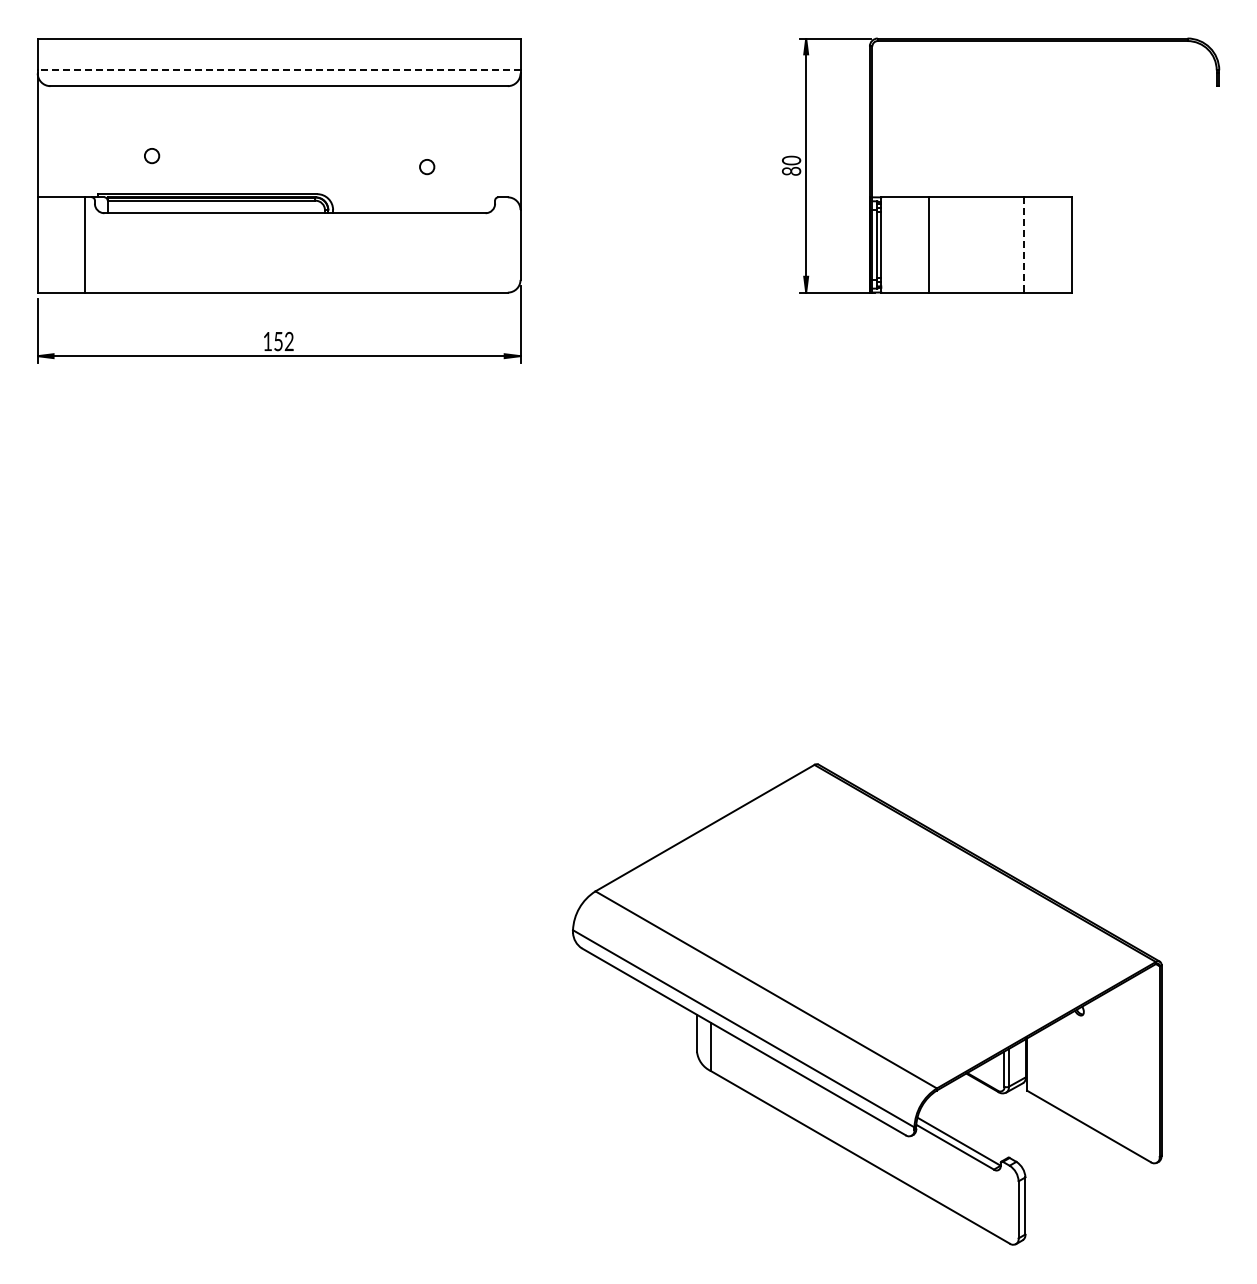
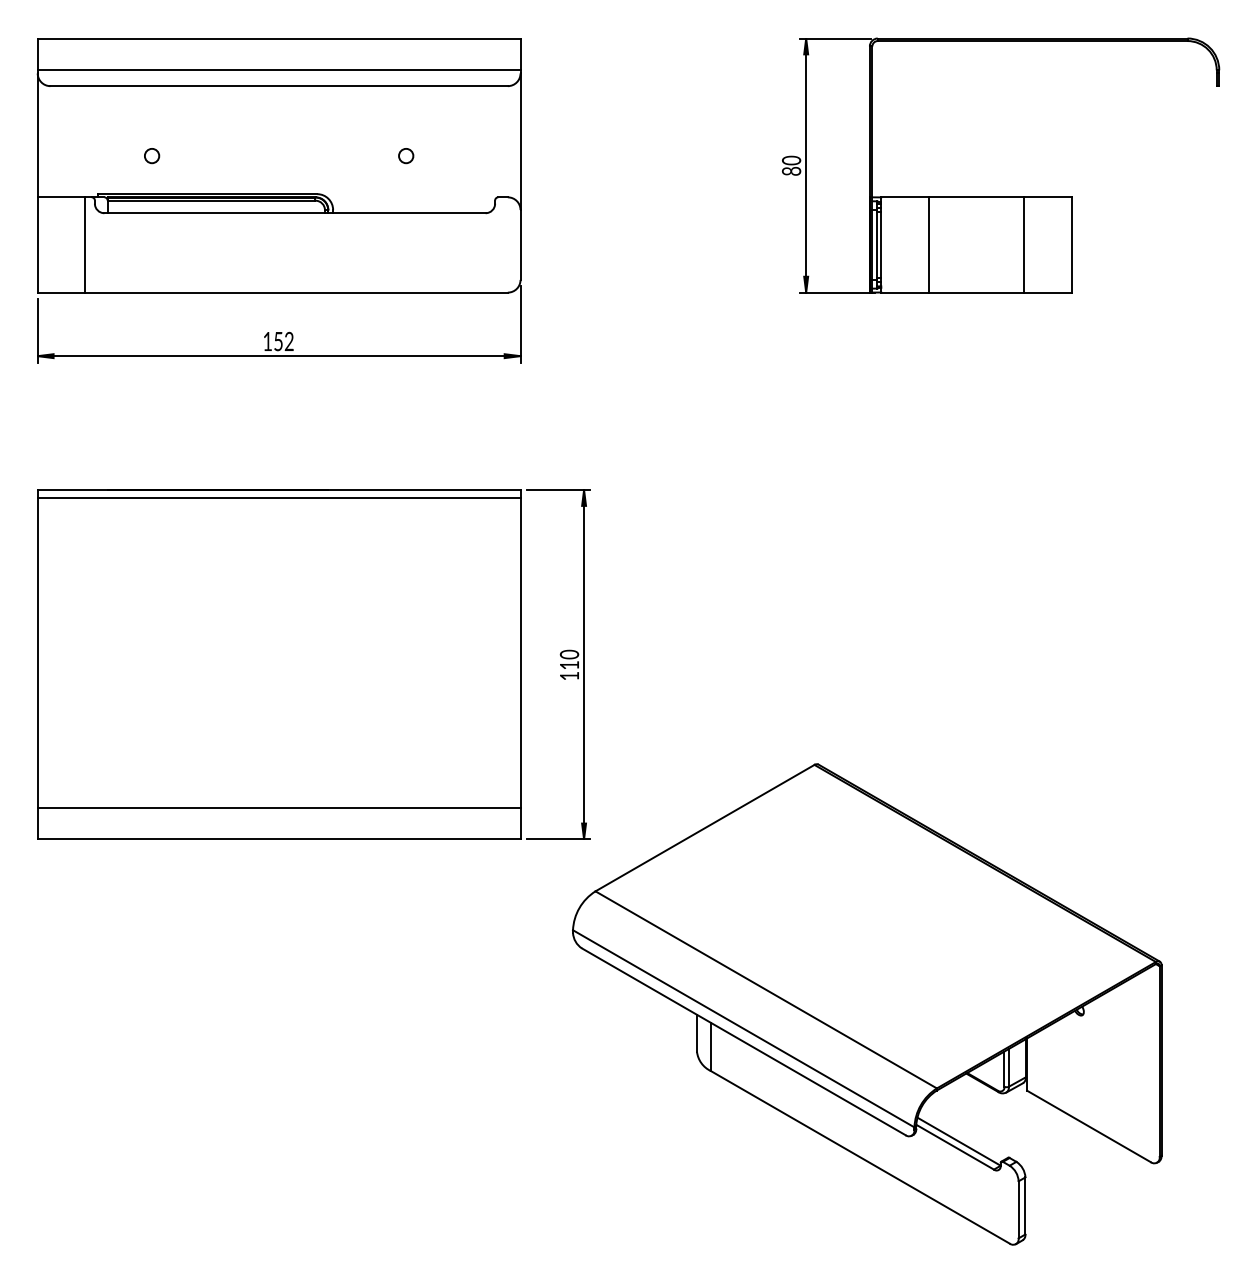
line at (278, 70): dashed -> solid
circle at (427, 167) position: (427, 167) -> (406, 156)
line at (1024, 244): dashed -> solid
part at (313, 664): none -> present
